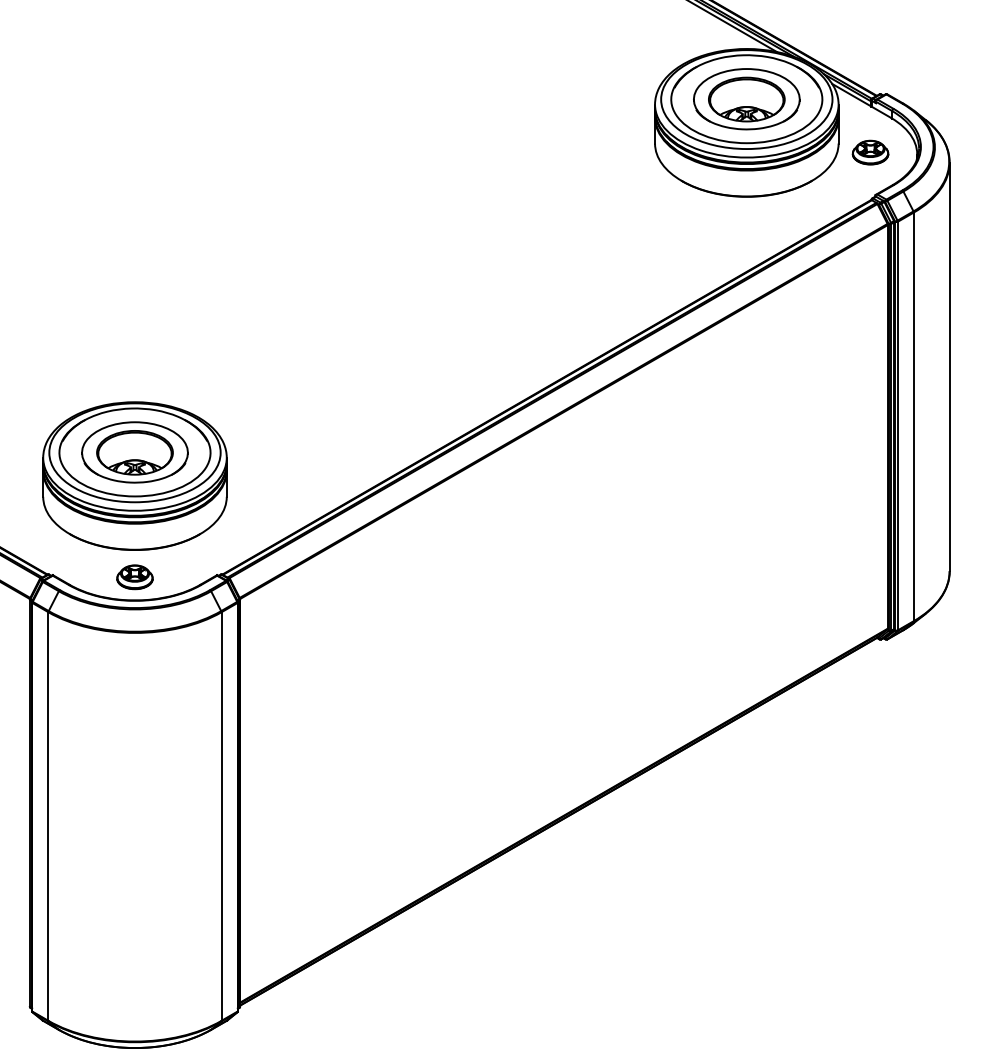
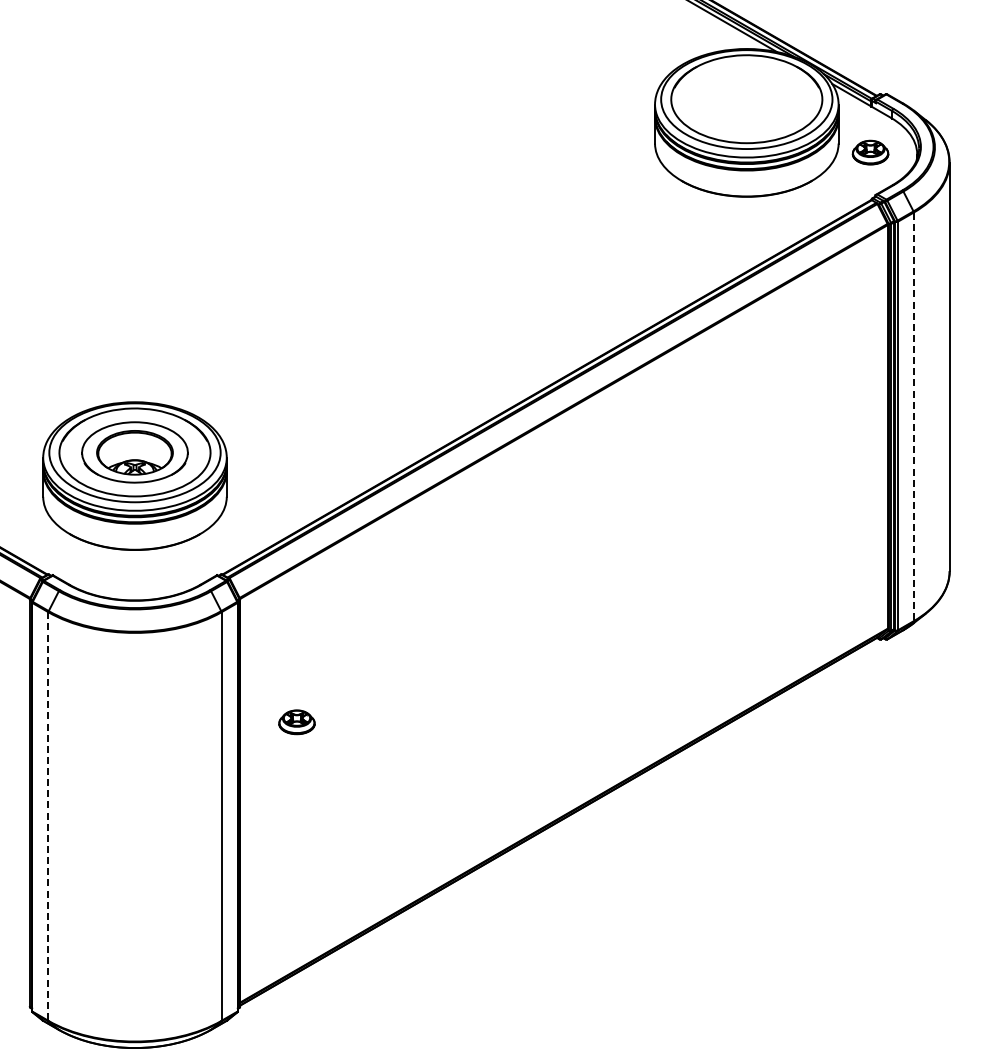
part at (746, 99): present -> none
line at (913, 417): solid -> dashed
part at (134, 577) position: (134, 577) -> (296, 722)
line at (48, 817): solid -> dashed
